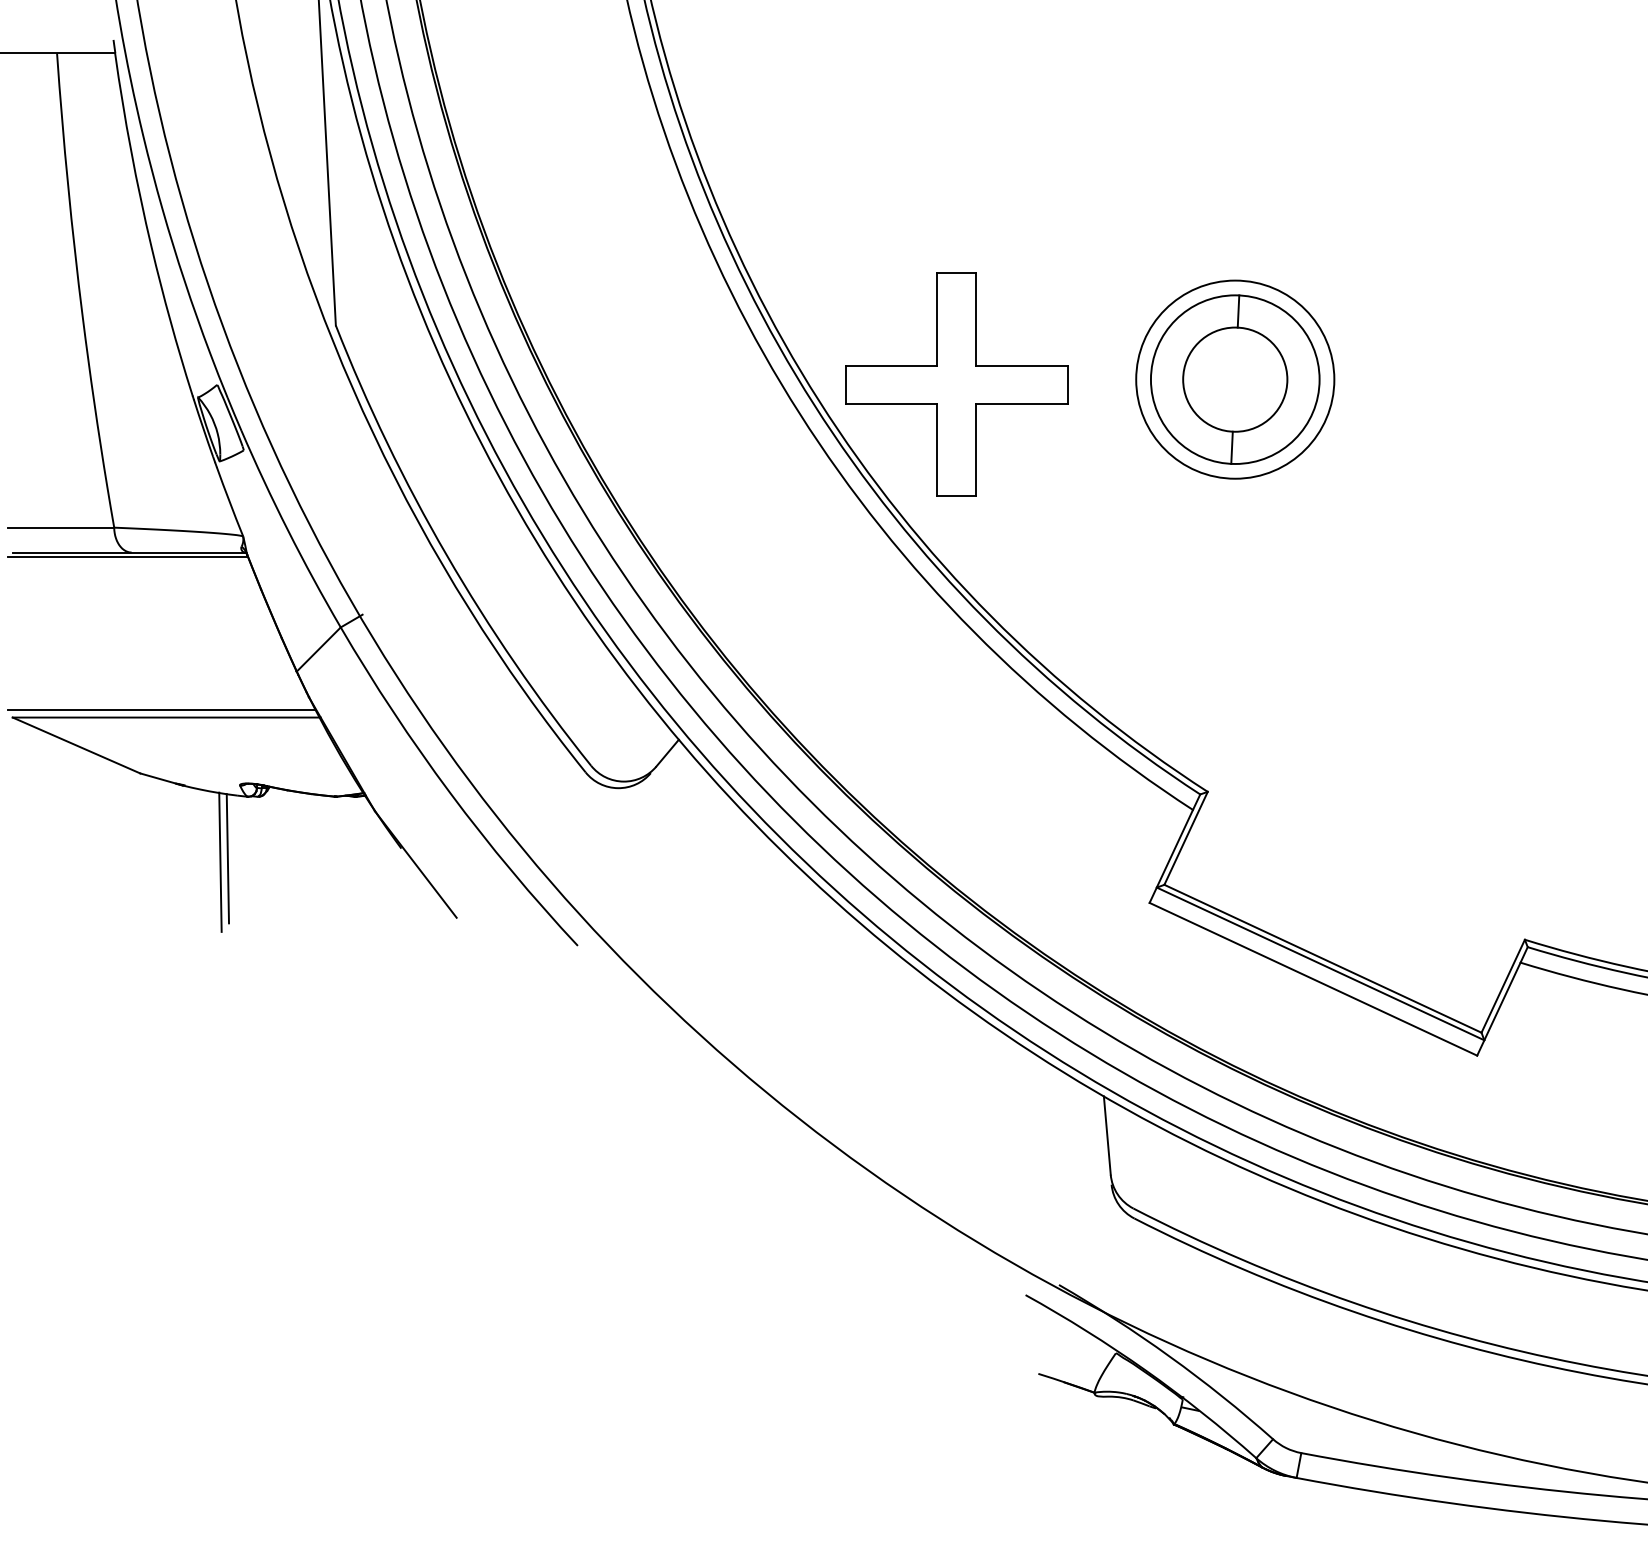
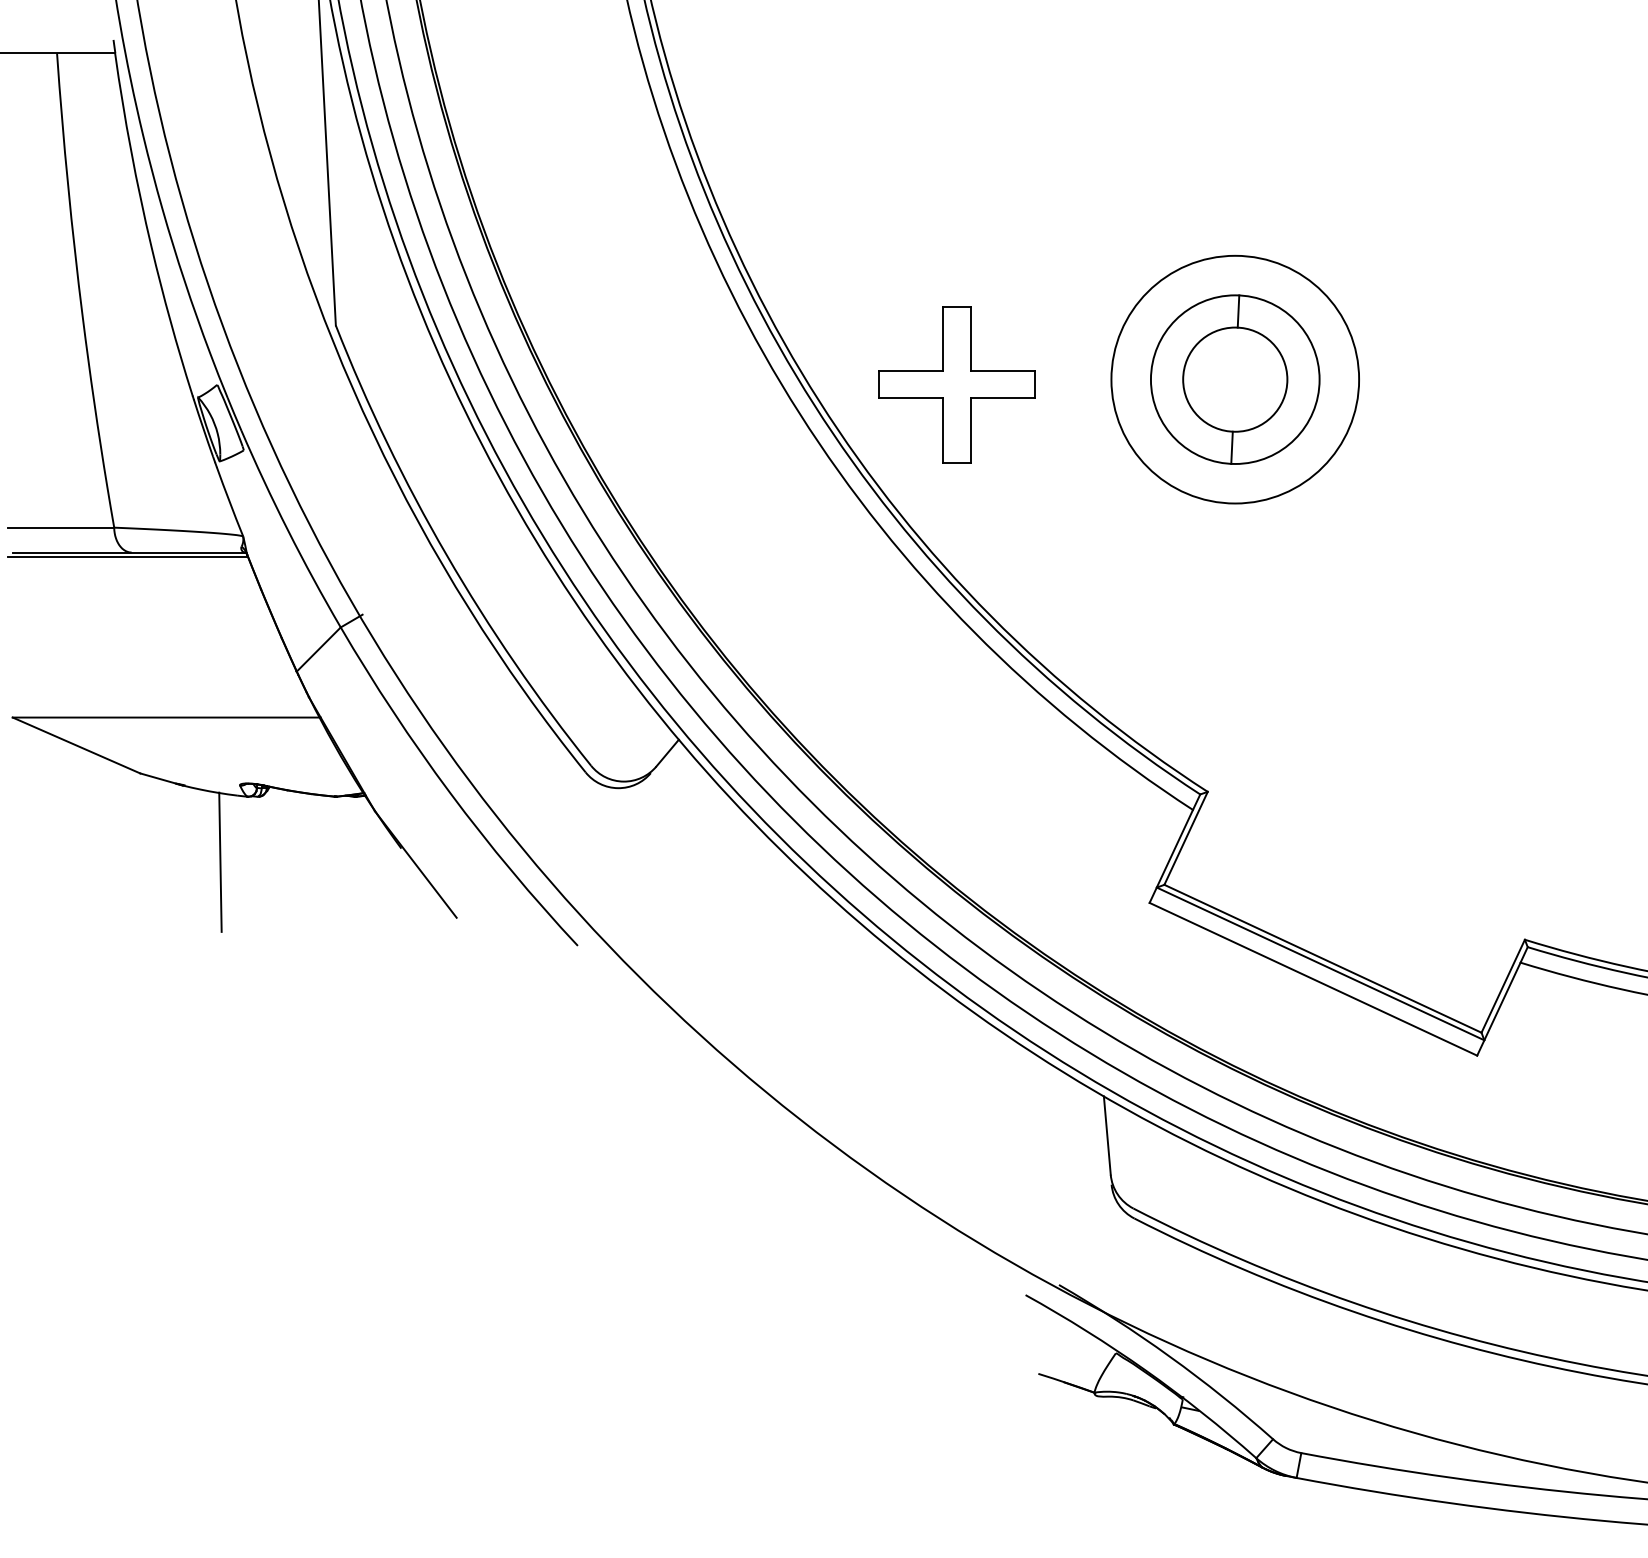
circle at (1235, 379) diameter: 198 px -> 248 px
part at (956, 384) size: 224x225 px -> 158x158 px
line at (161, 710): present -> none
line at (227, 858): present -> none
